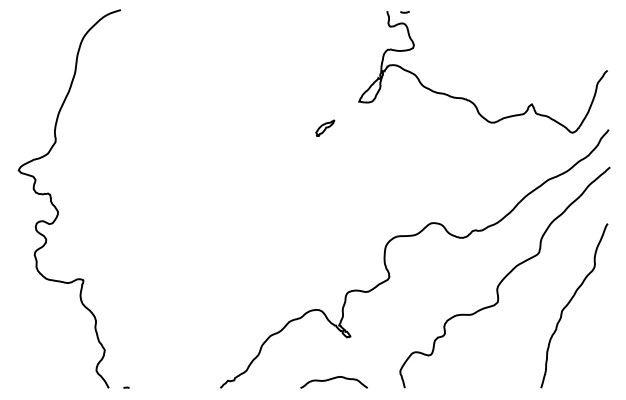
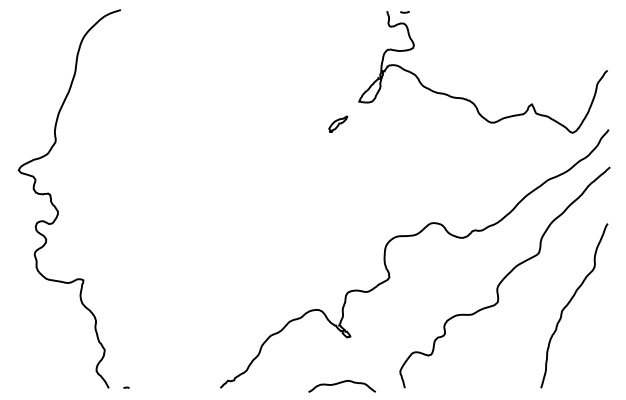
part at (325, 127) position: (325, 127) -> (338, 123)
curve at (333, 379) position: (333, 379) -> (341, 383)
